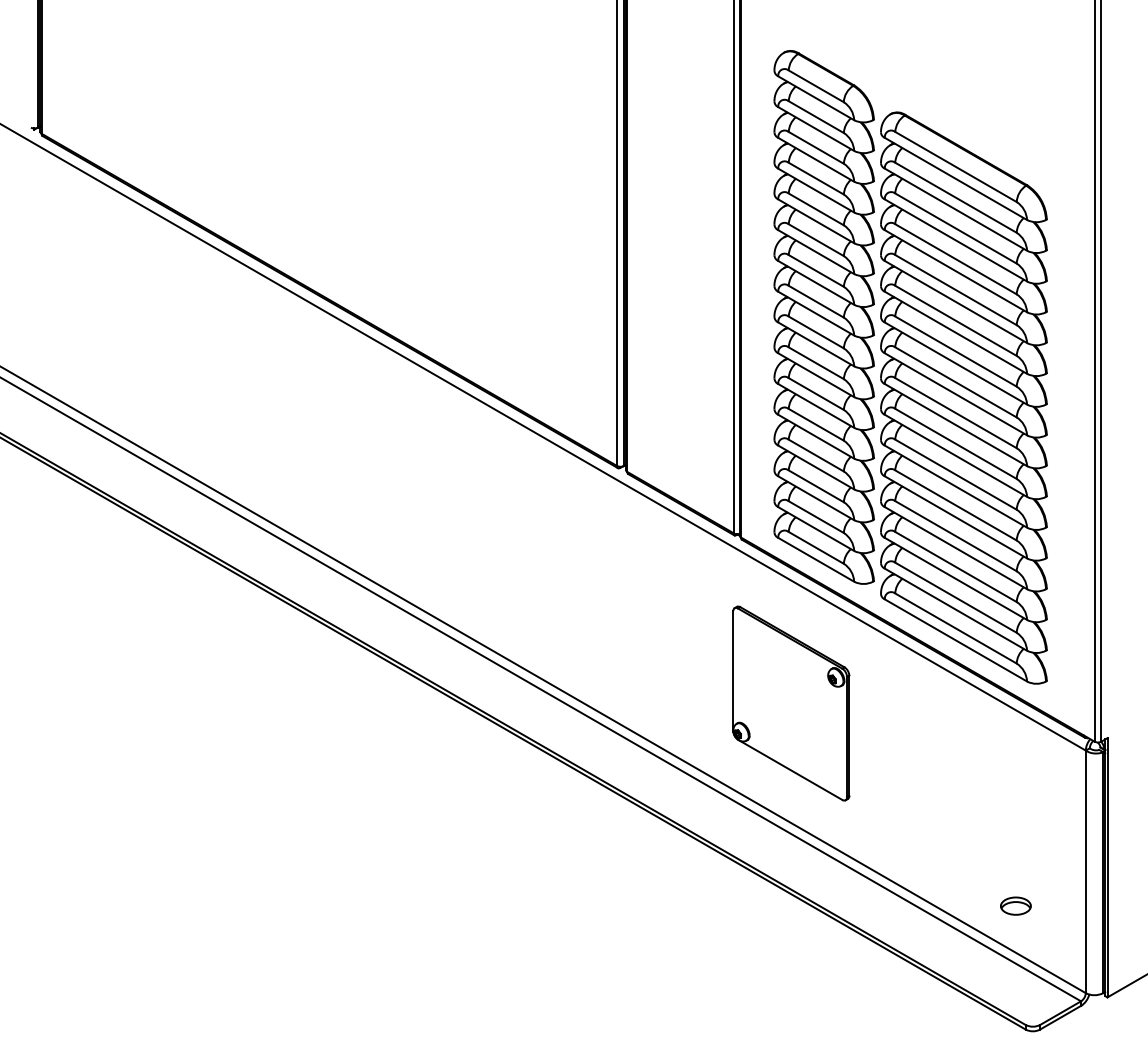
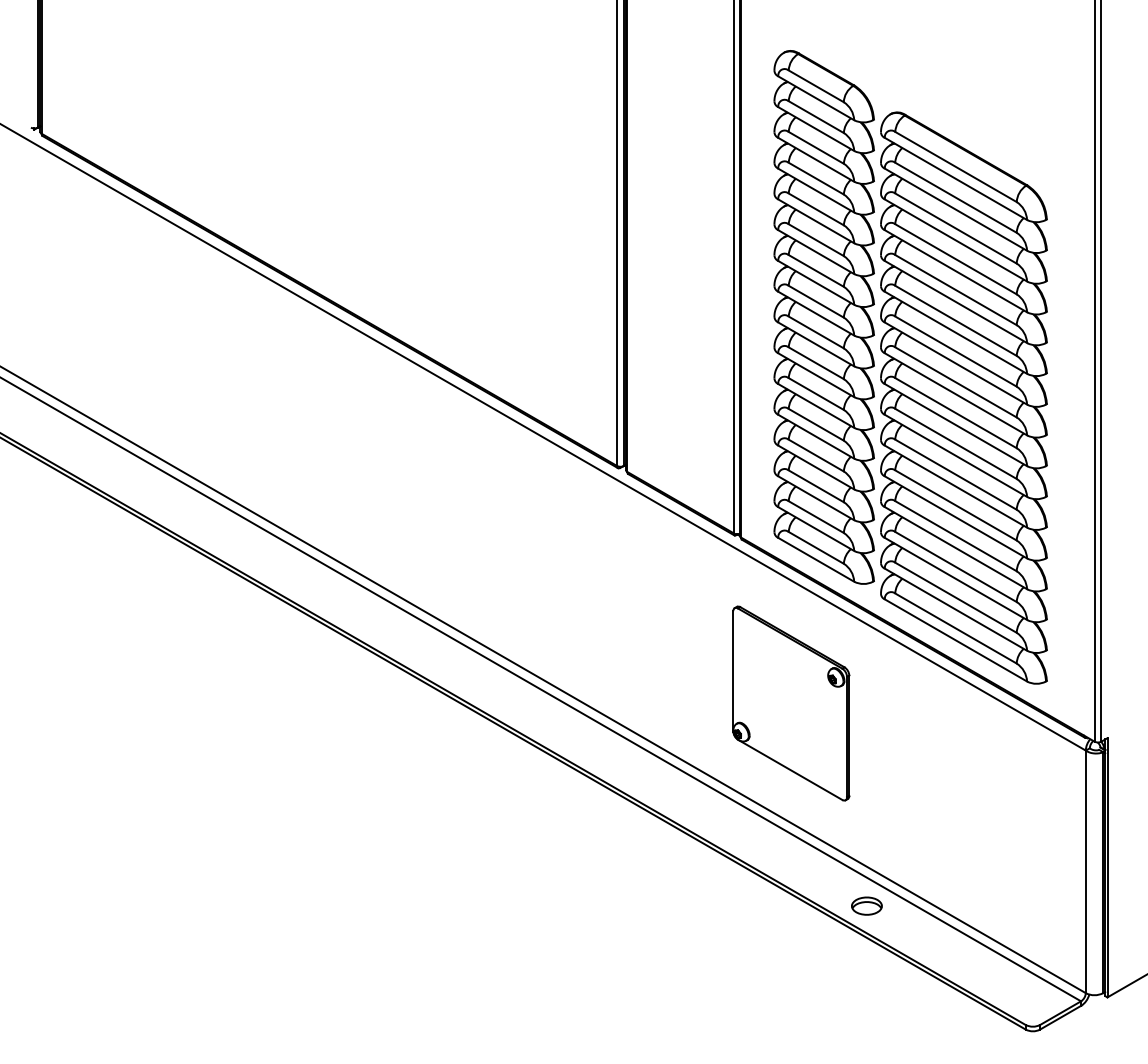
part at (1015, 905) position: (1015, 905) -> (866, 905)
